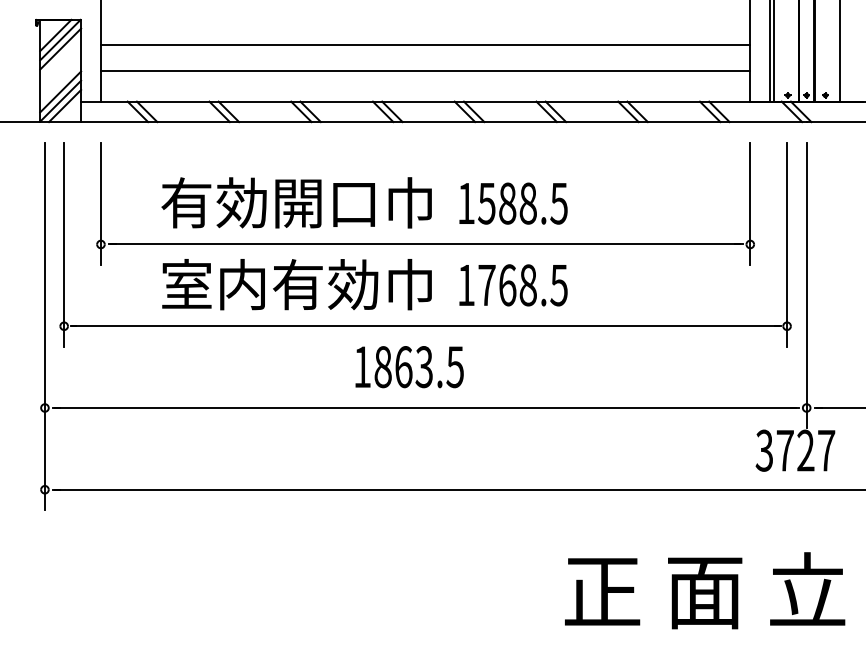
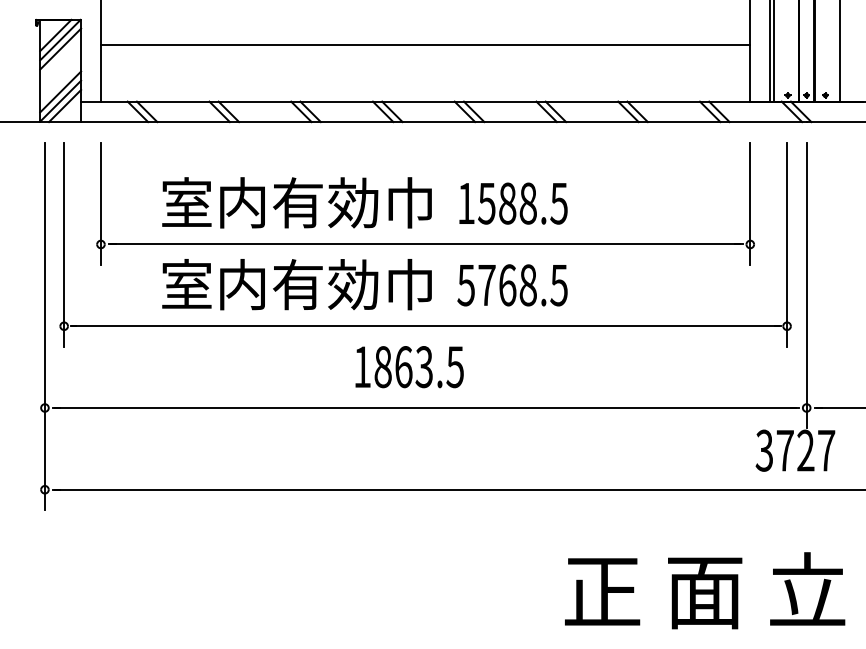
line at (425, 70): present -> none
text at (269, 202): 有効開口巾 -> 室内有効巾
text at (465, 285): 1768.5 -> 5768.5
